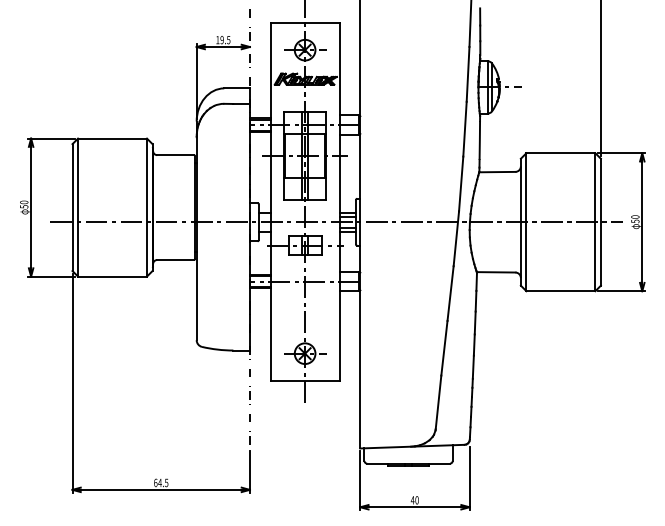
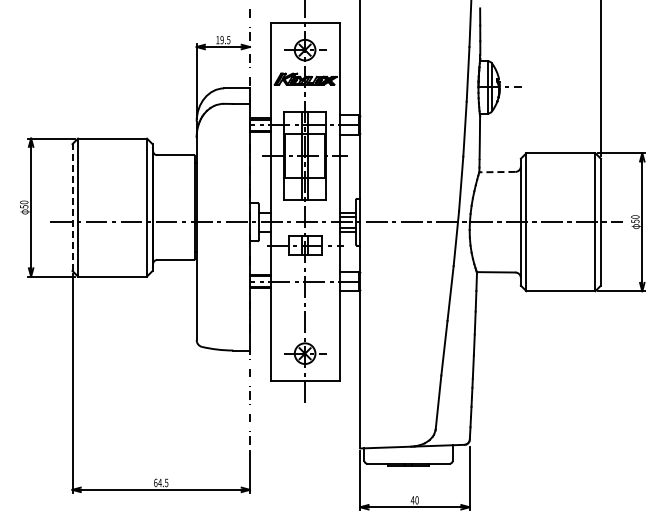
line at (496, 172): solid -> dashed
line at (72, 207): solid -> dashed
